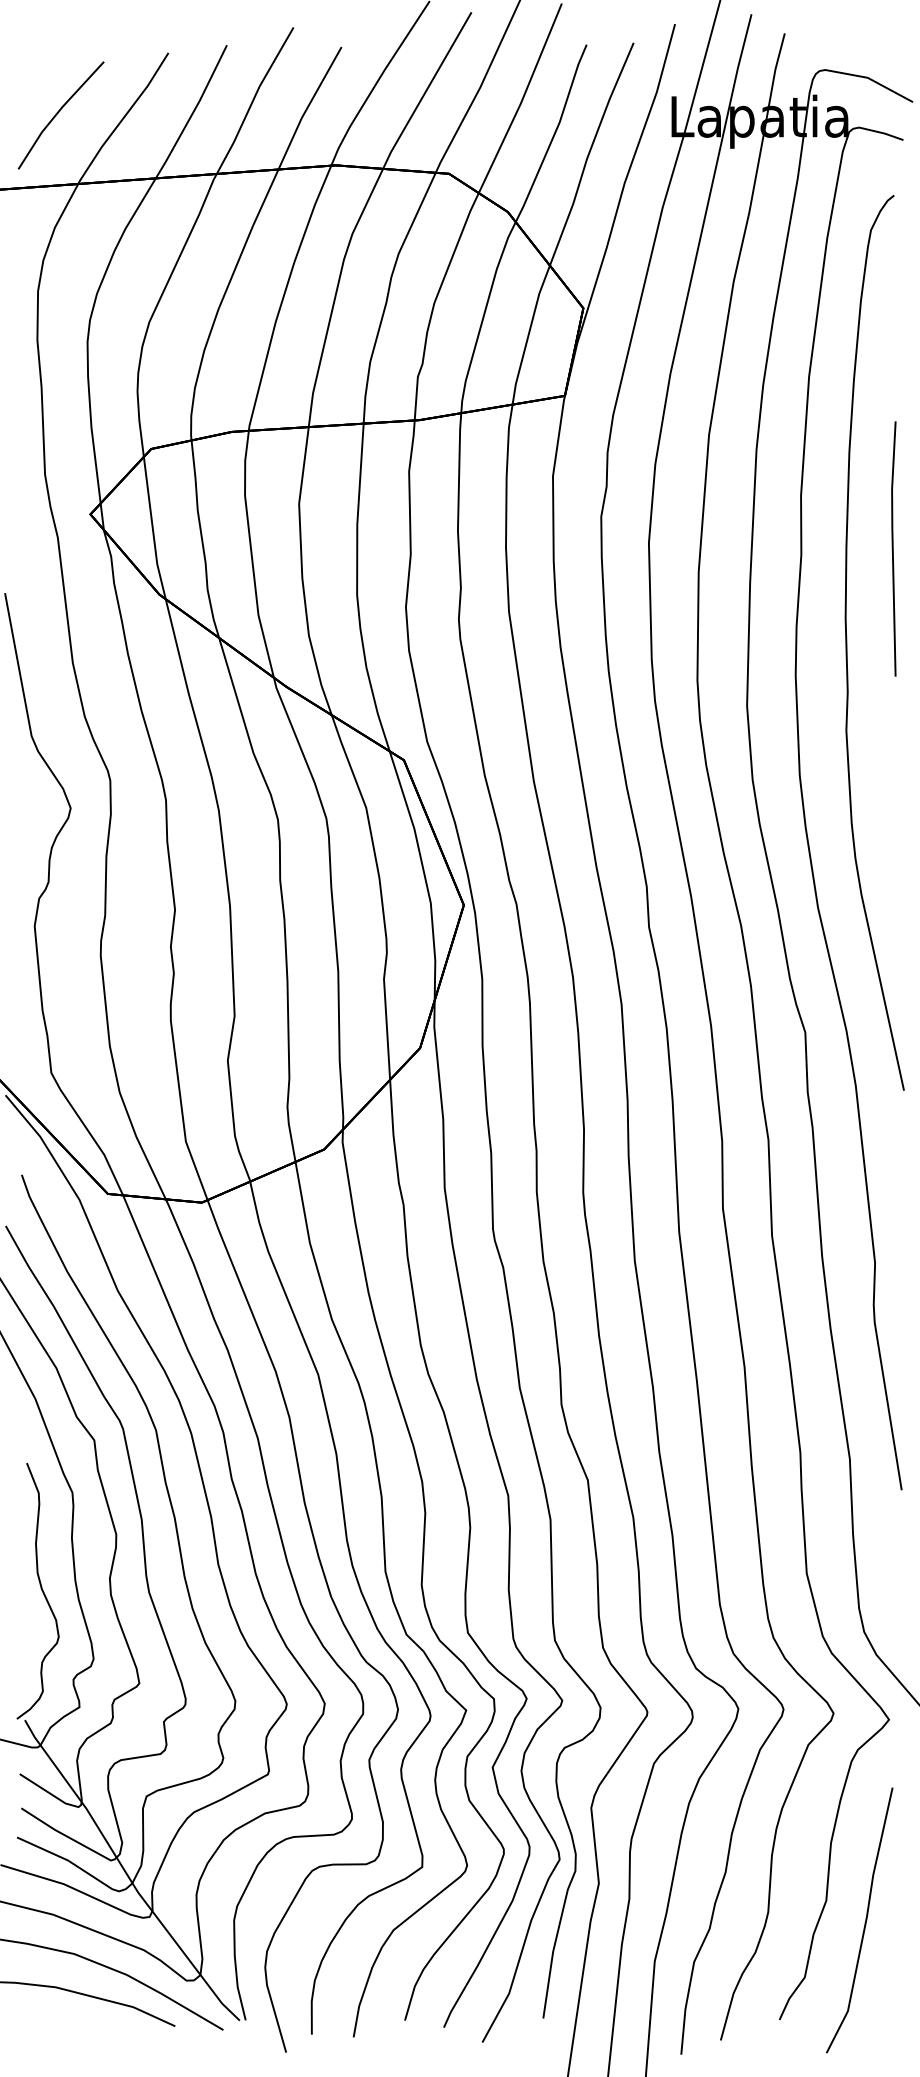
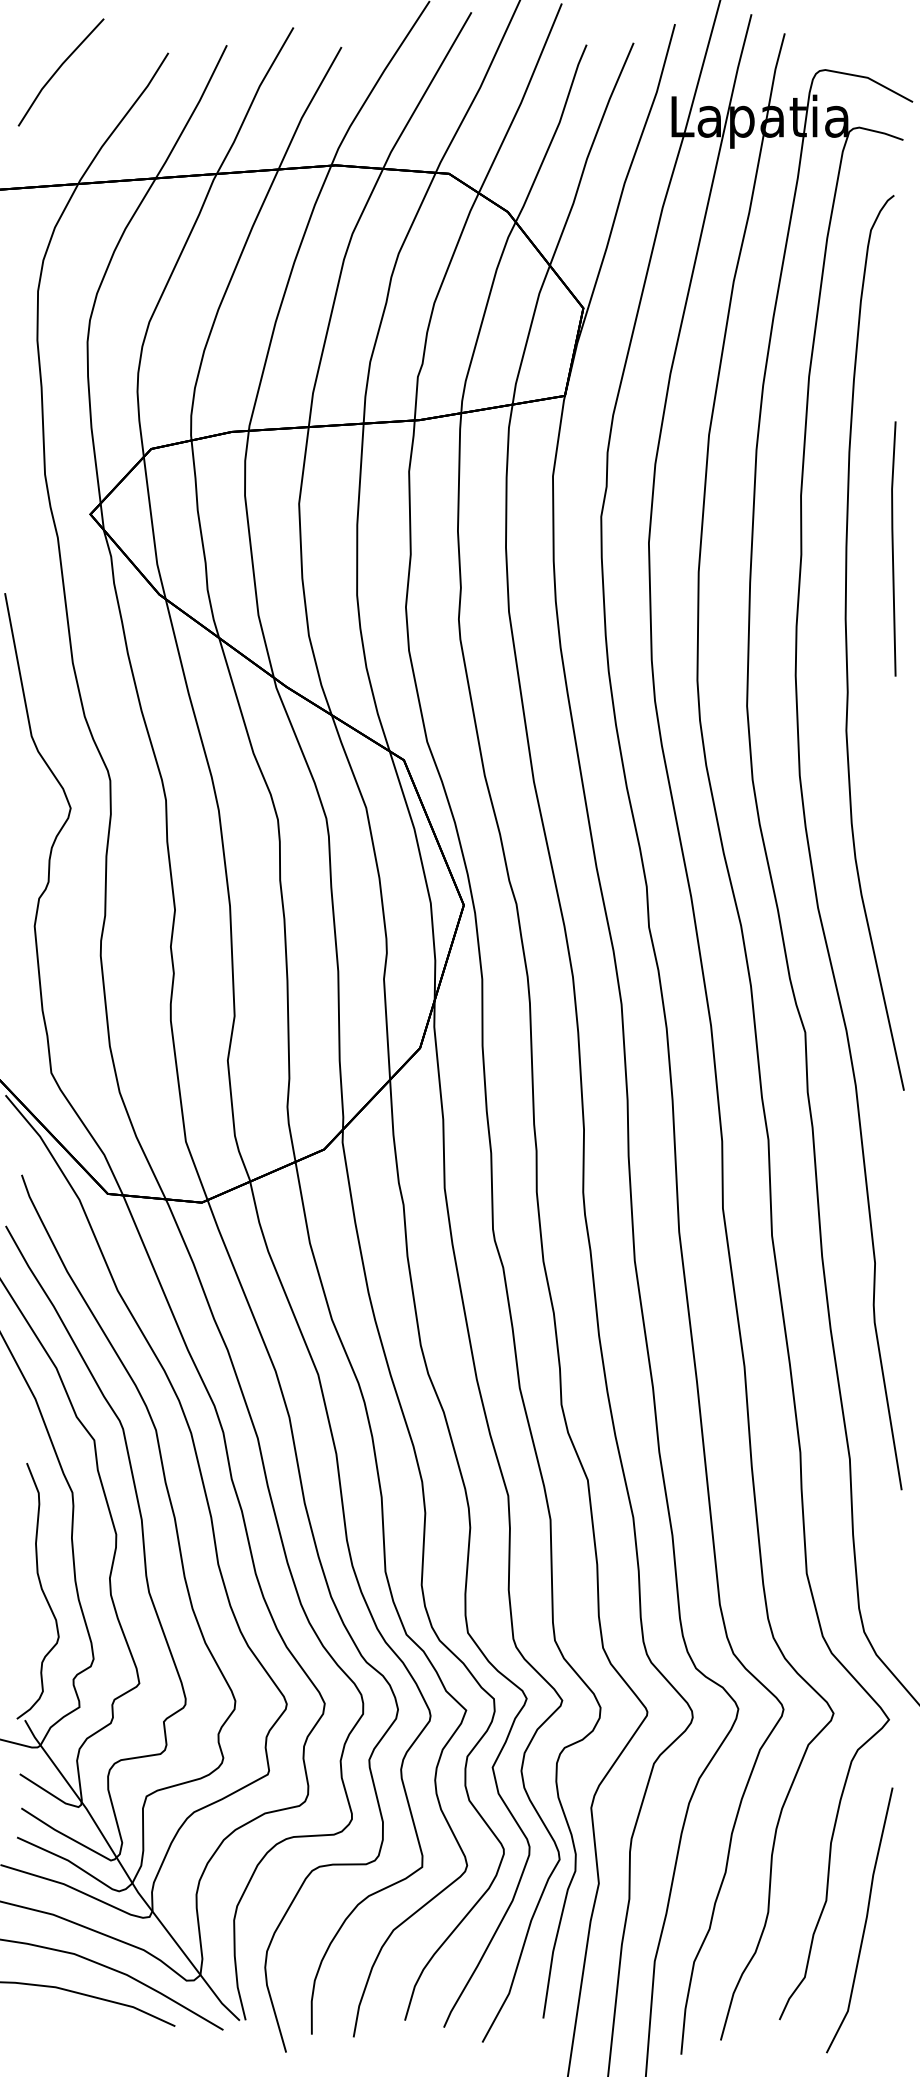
line at (58, 113) position: (58, 113) -> (58, 70)
